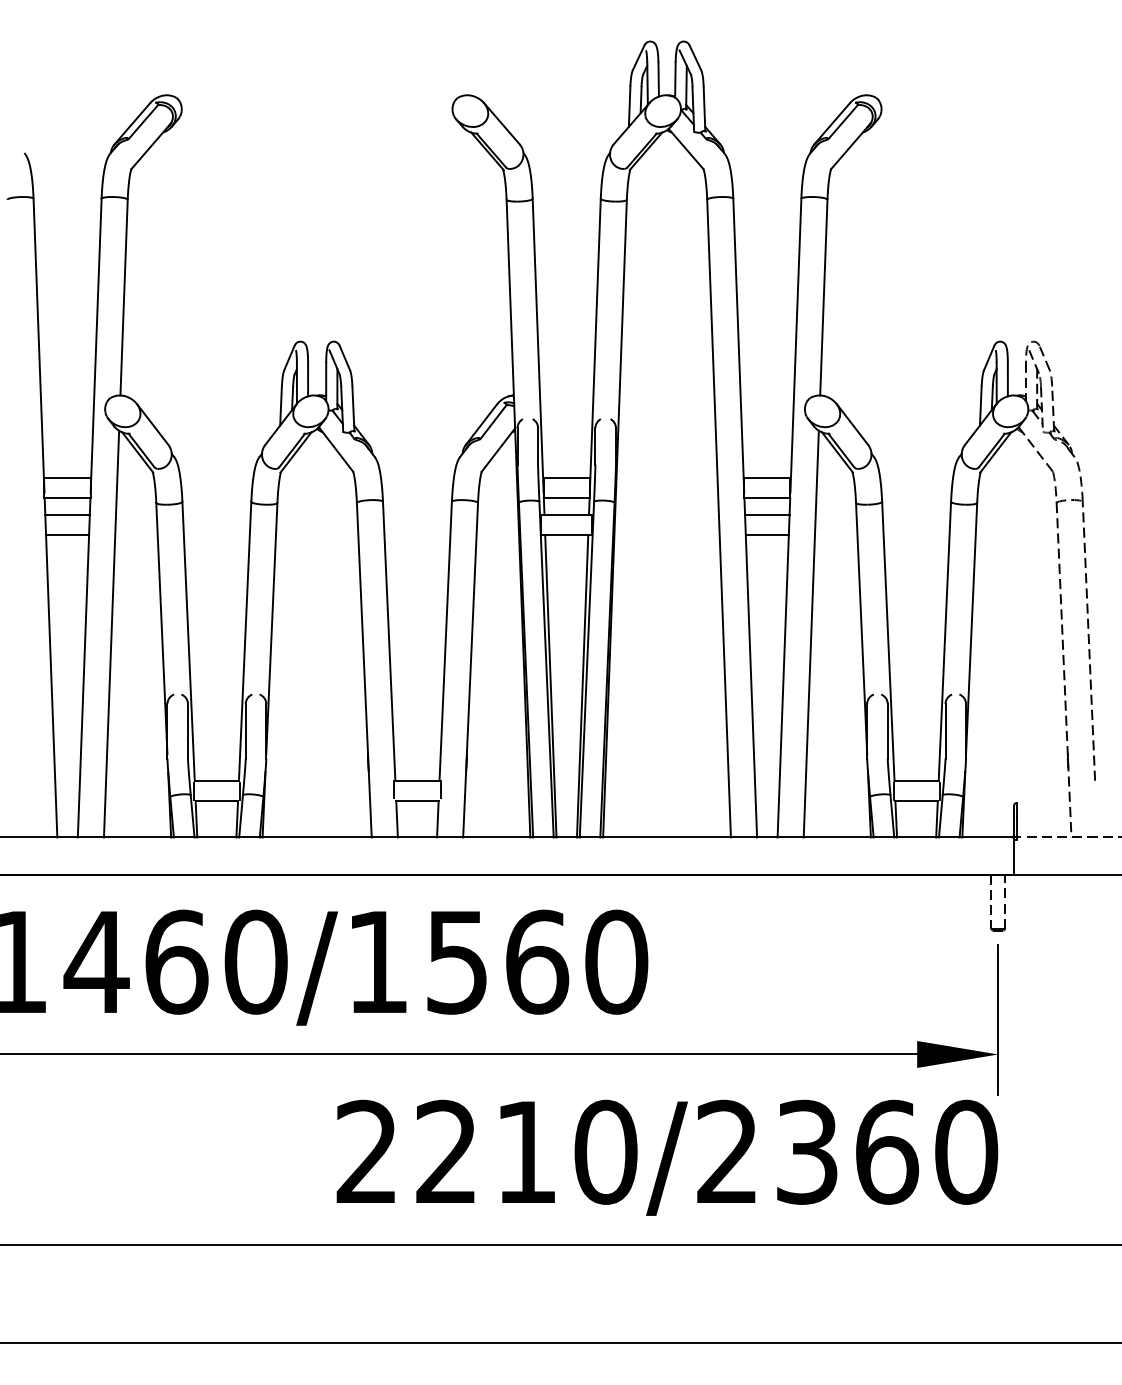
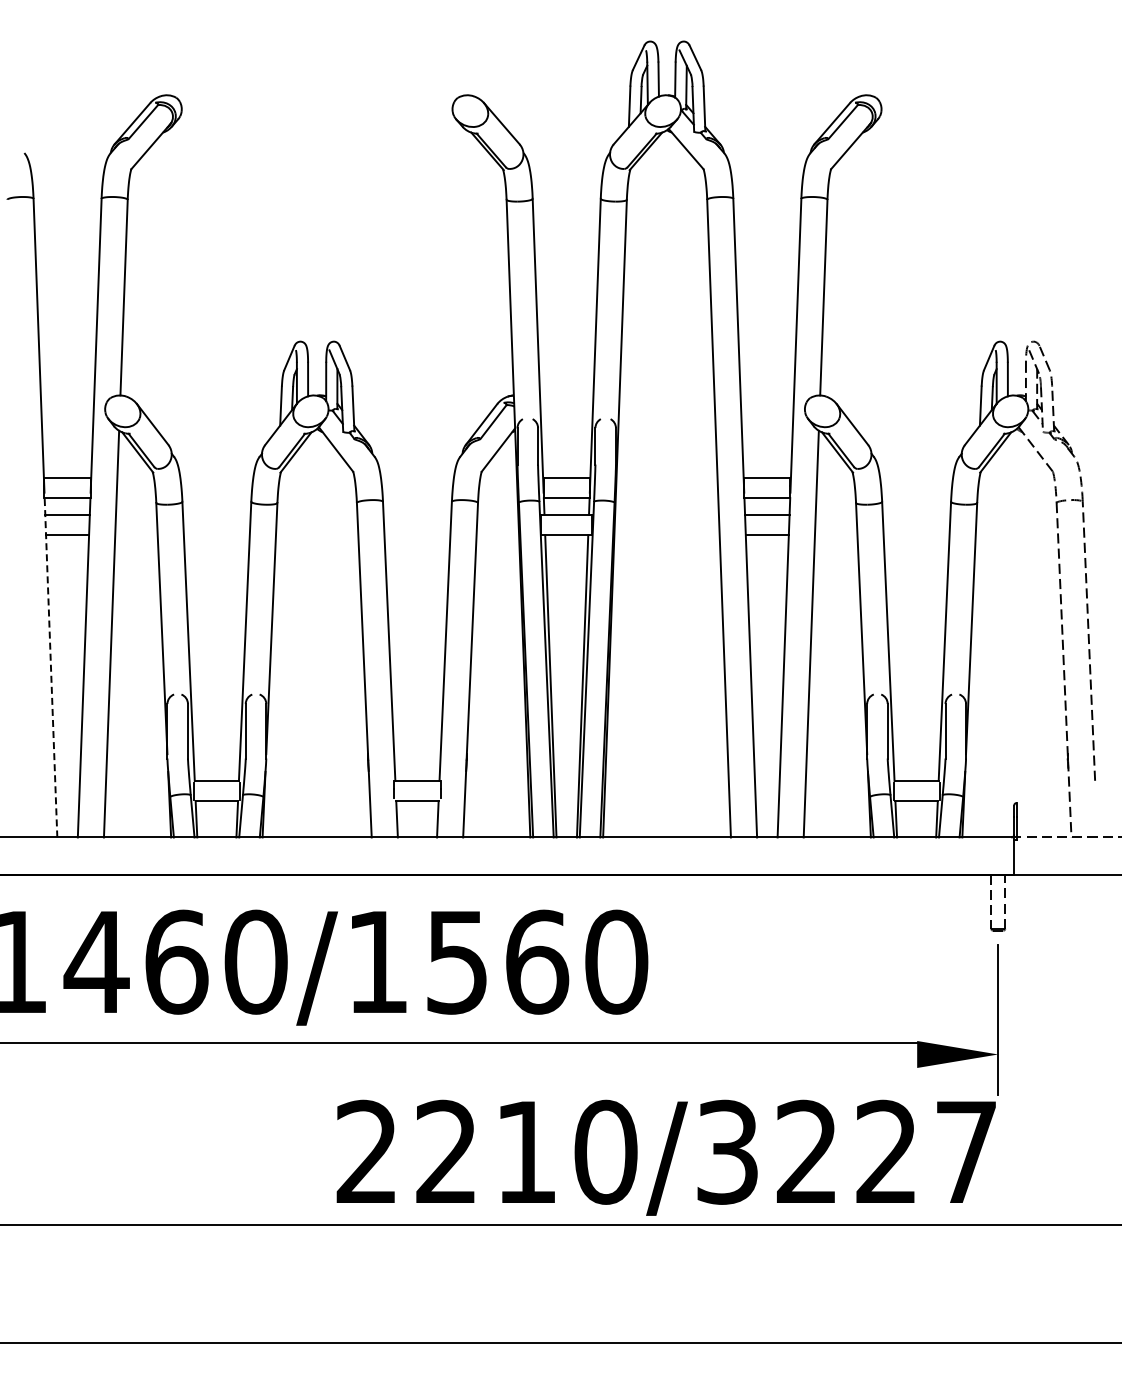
line at (51, 667): solid -> dashed
line at (459, 1054) position: (459, 1054) -> (459, 1043)
text at (847, 1151): 2210/2360 -> 2210/3227
line at (560, 1244) position: (560, 1244) -> (560, 1224)
